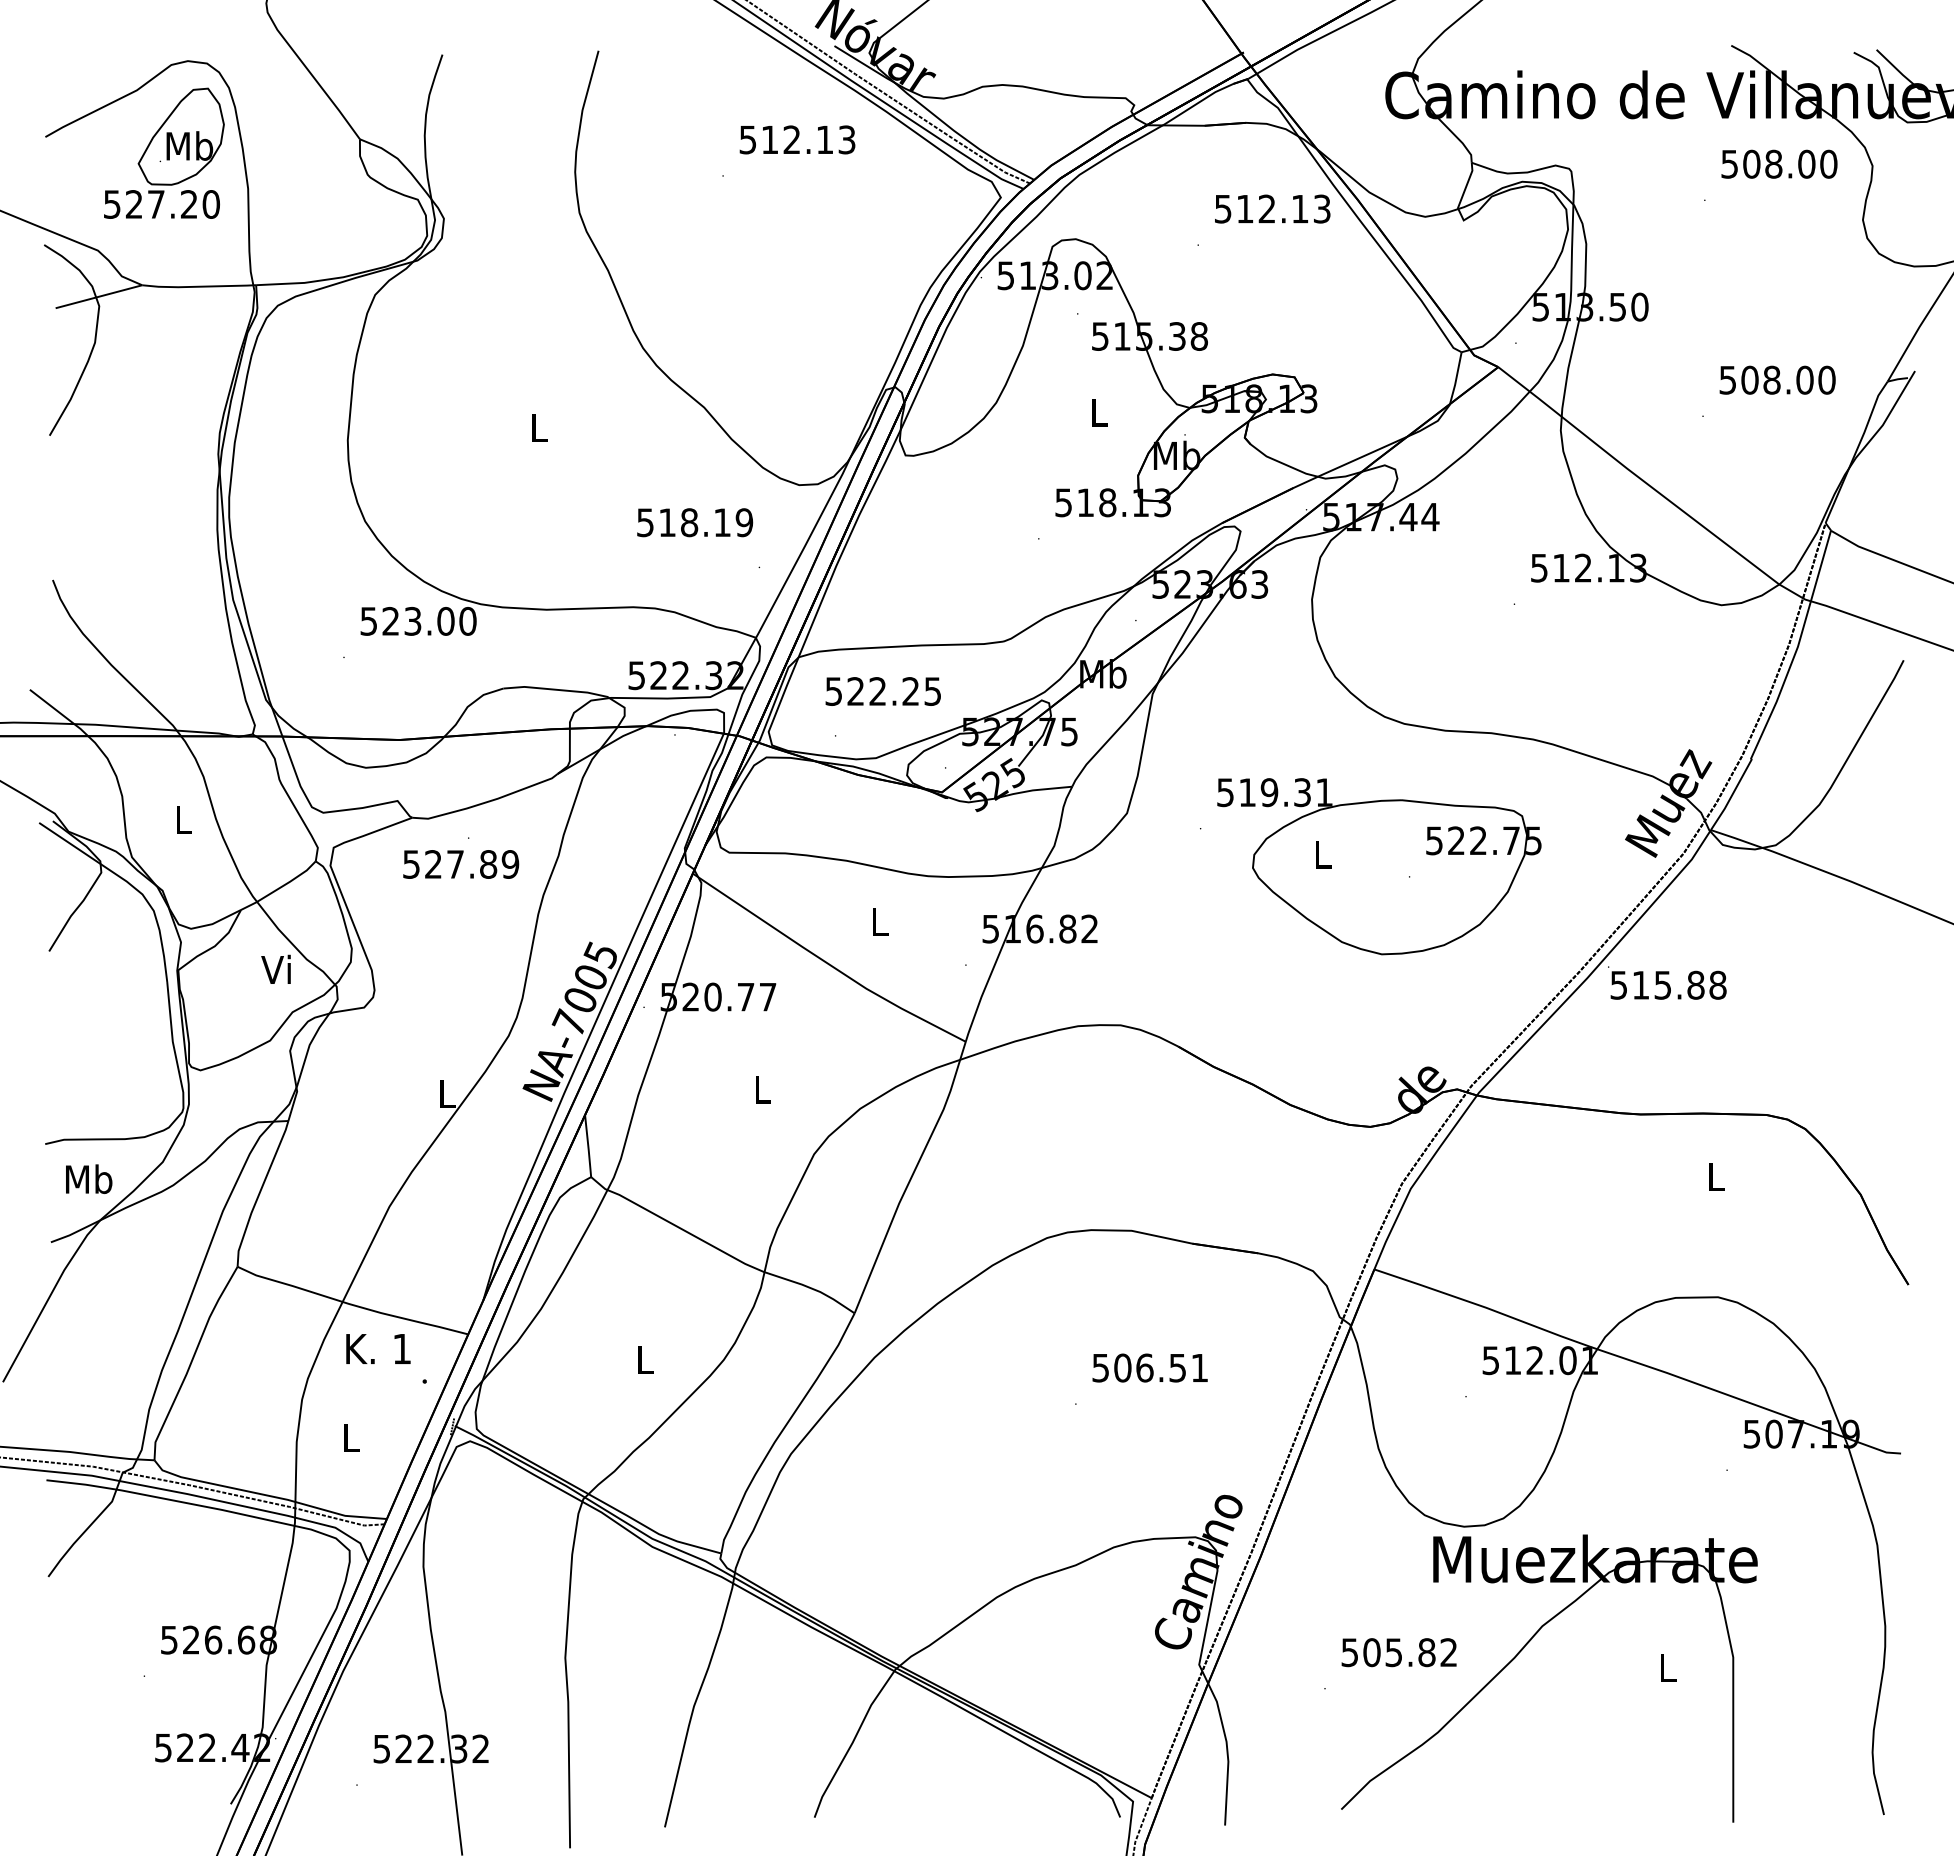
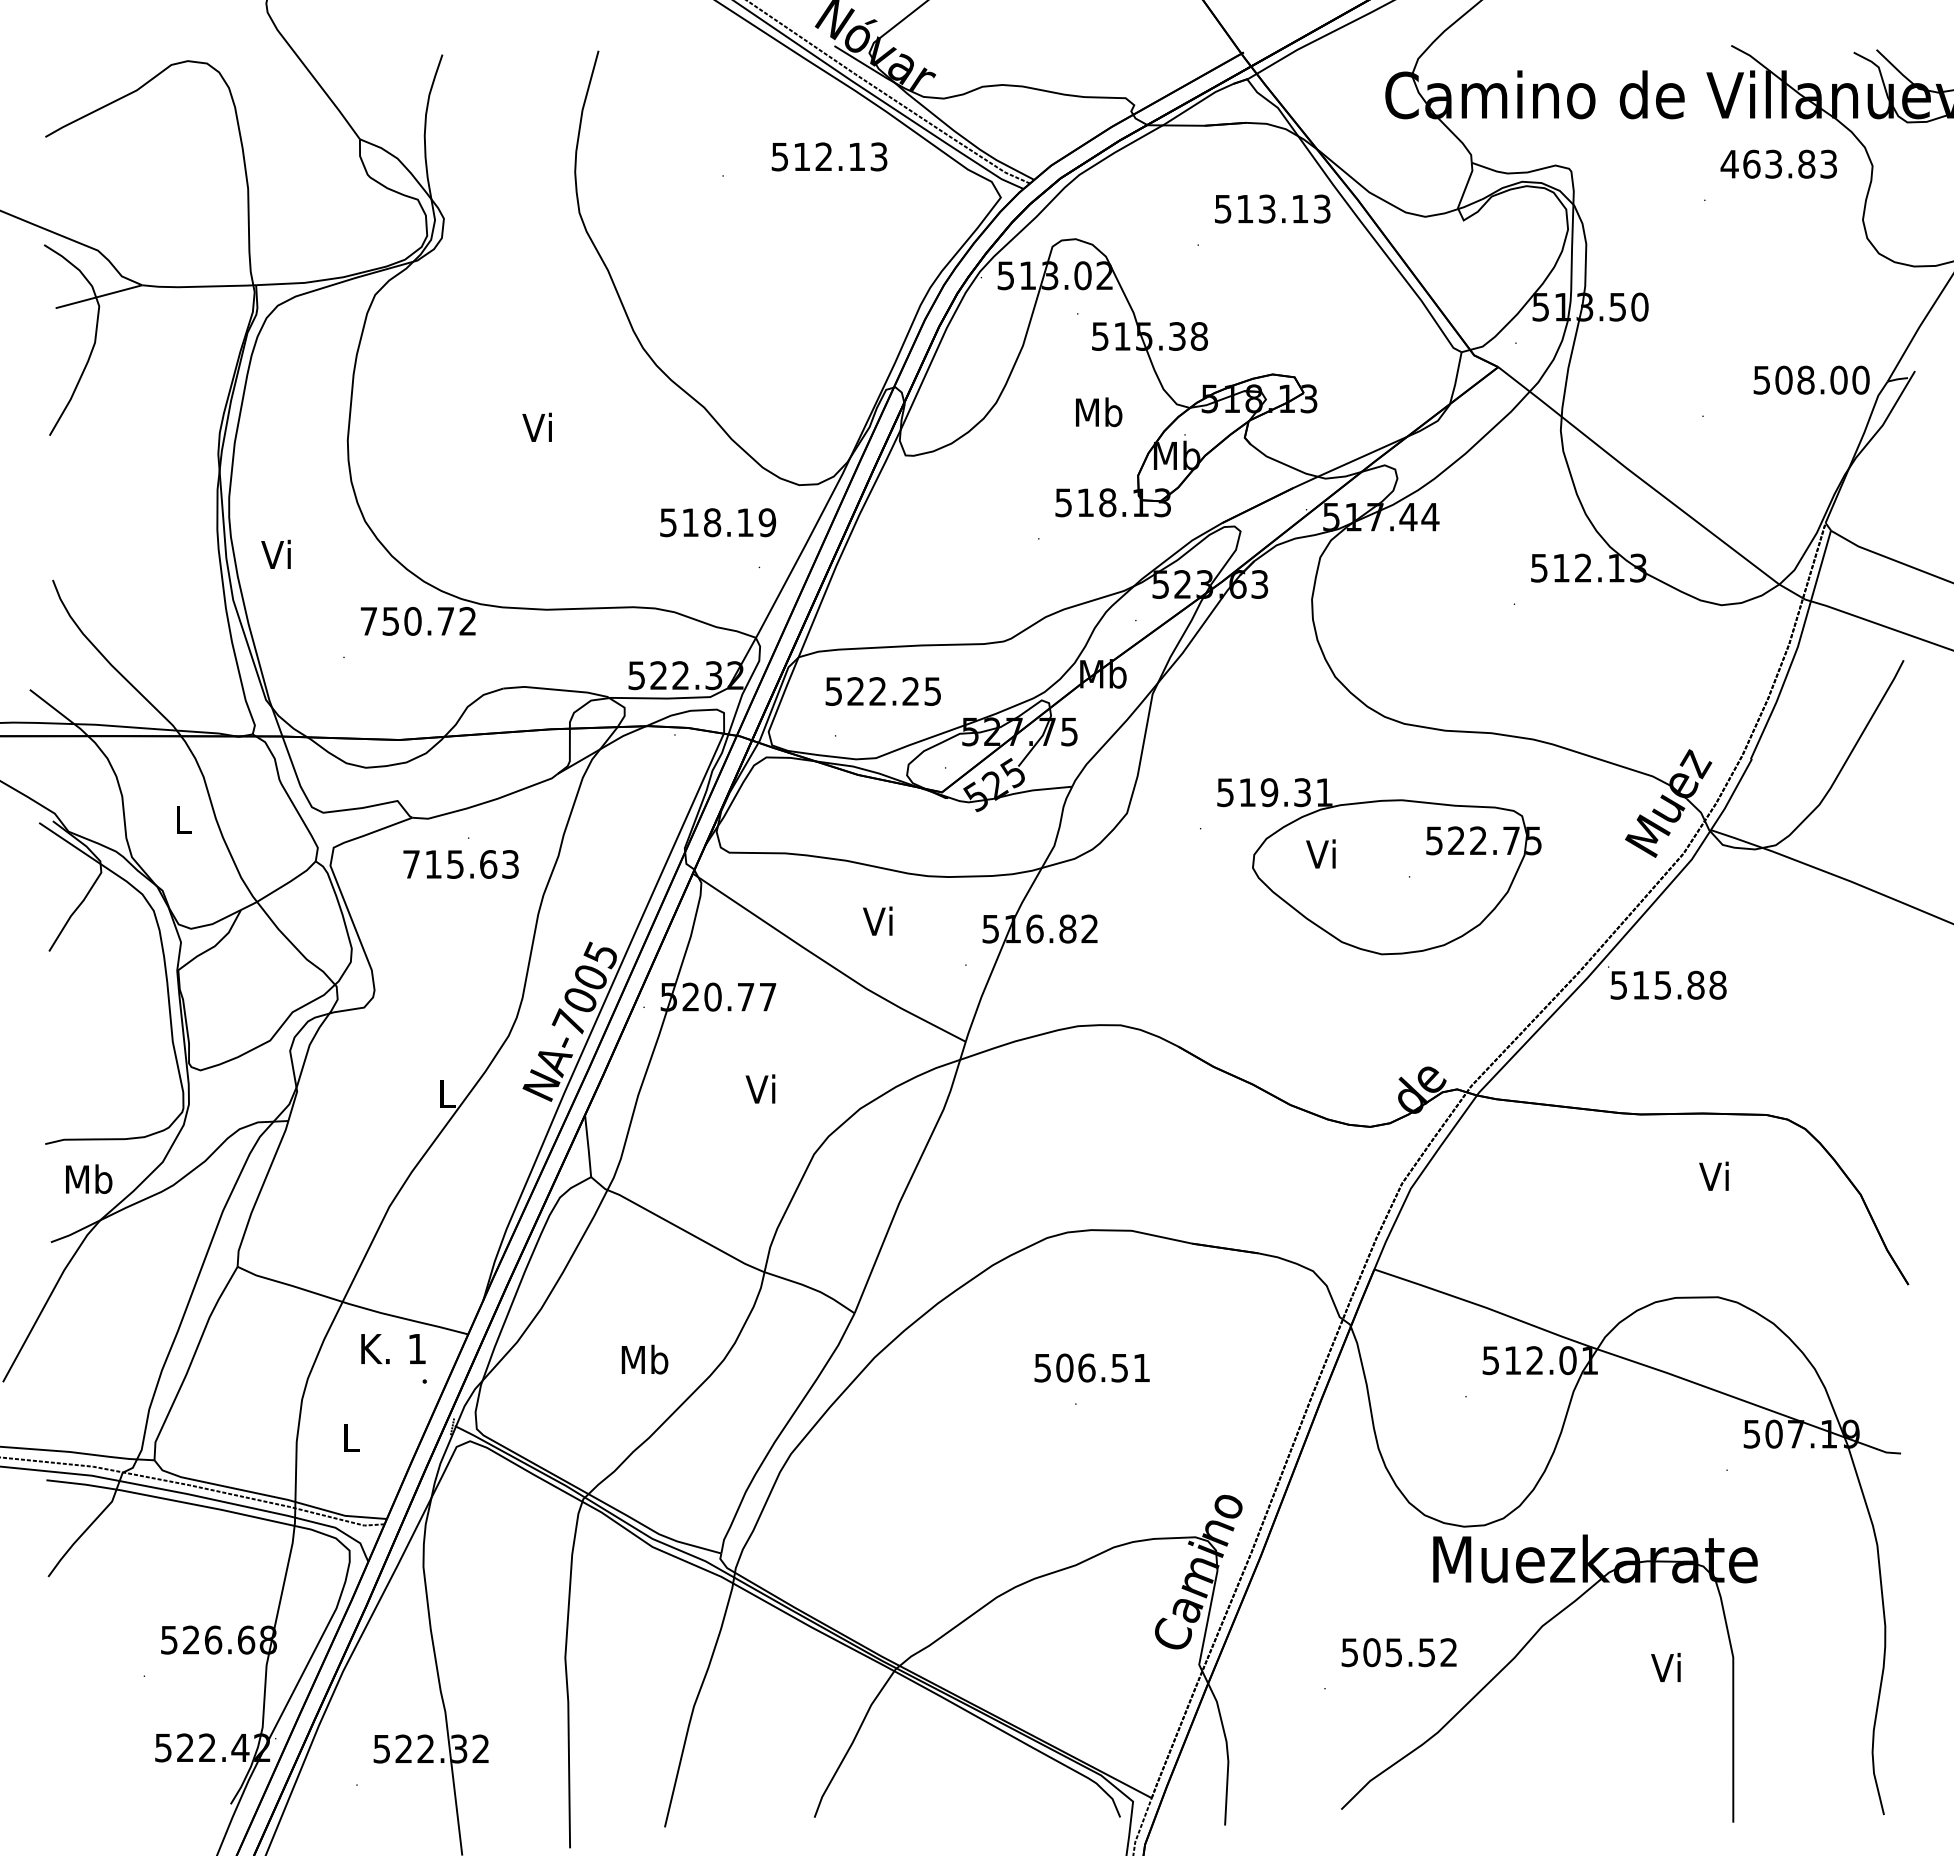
text at (797, 139) position: (797, 139) -> (829, 156)
part at (164, 152): present -> none
text at (1778, 163): 508.00 -> 463.83
text at (1266, 208): 512.13 -> 513.13
text at (1777, 379) position: (1777, 379) -> (1811, 379)
text at (1099, 412): L -> Mb
text at (536, 426): L -> Vi
text at (695, 522) position: (695, 522) -> (718, 522)
text at (418, 621): 523.00 -> 750.72
text at (1320, 853): L -> Vi
text at (461, 864): 527.89 -> 715.63
text at (877, 920): L -> Vi
text at (275, 968) position: (275, 968) -> (275, 553)
text at (760, 1088): L -> Vi
text at (1713, 1175): L -> Vi
text at (378, 1348) position: (378, 1348) -> (393, 1348)
text at (644, 1359): L -> Mb
text at (1149, 1367) position: (1149, 1367) -> (1091, 1367)
text at (1426, 1652): 505.82 -> 505.52
text at (1665, 1667): L -> Vi
